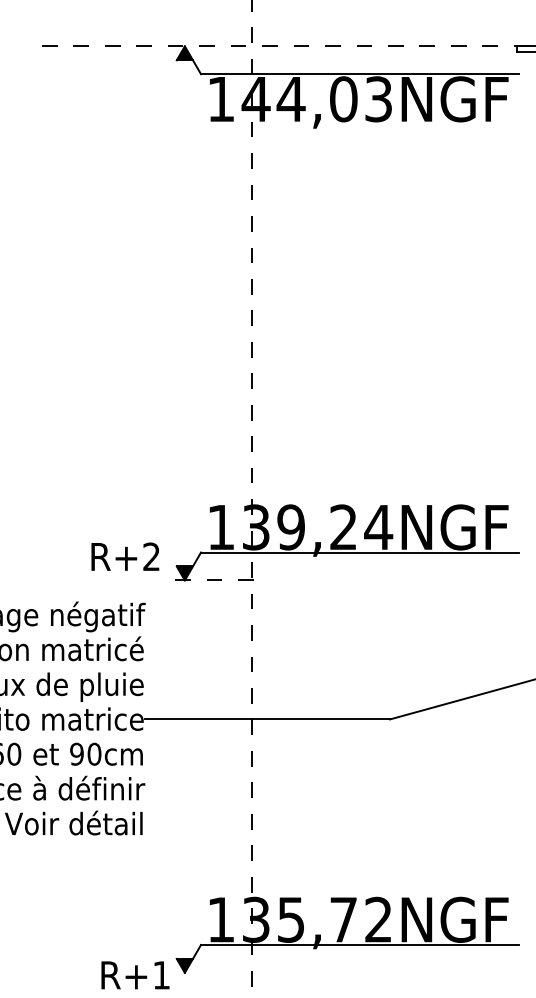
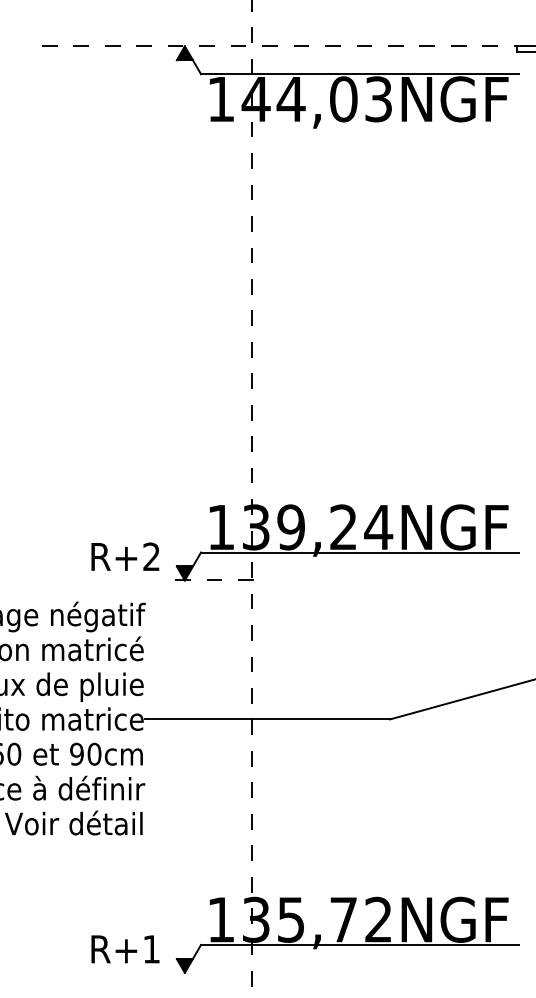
text at (135, 975) position: (135, 975) -> (125, 949)
